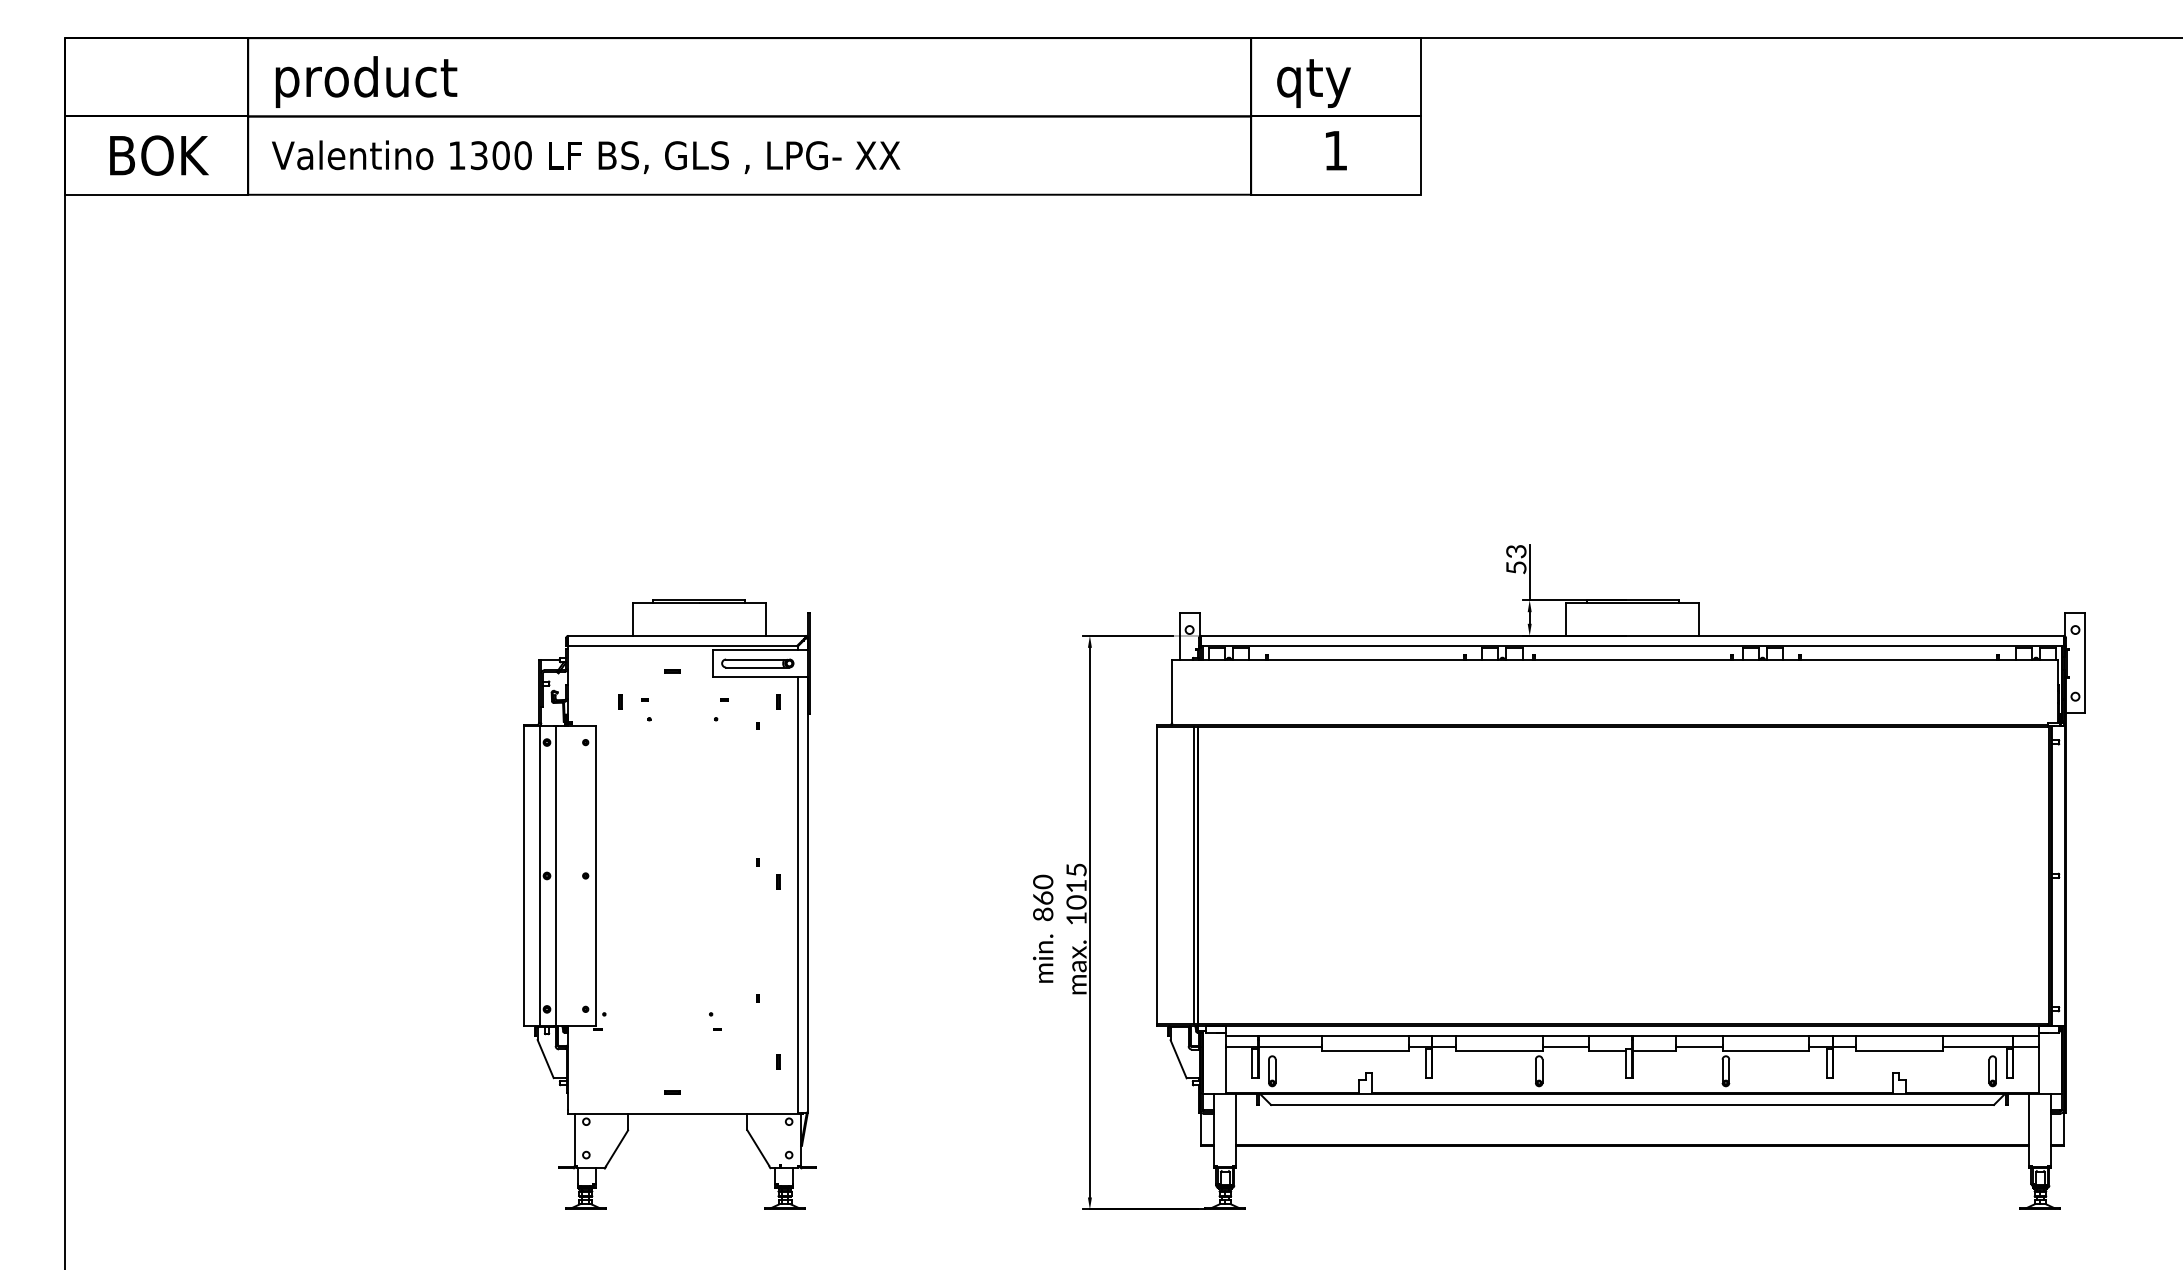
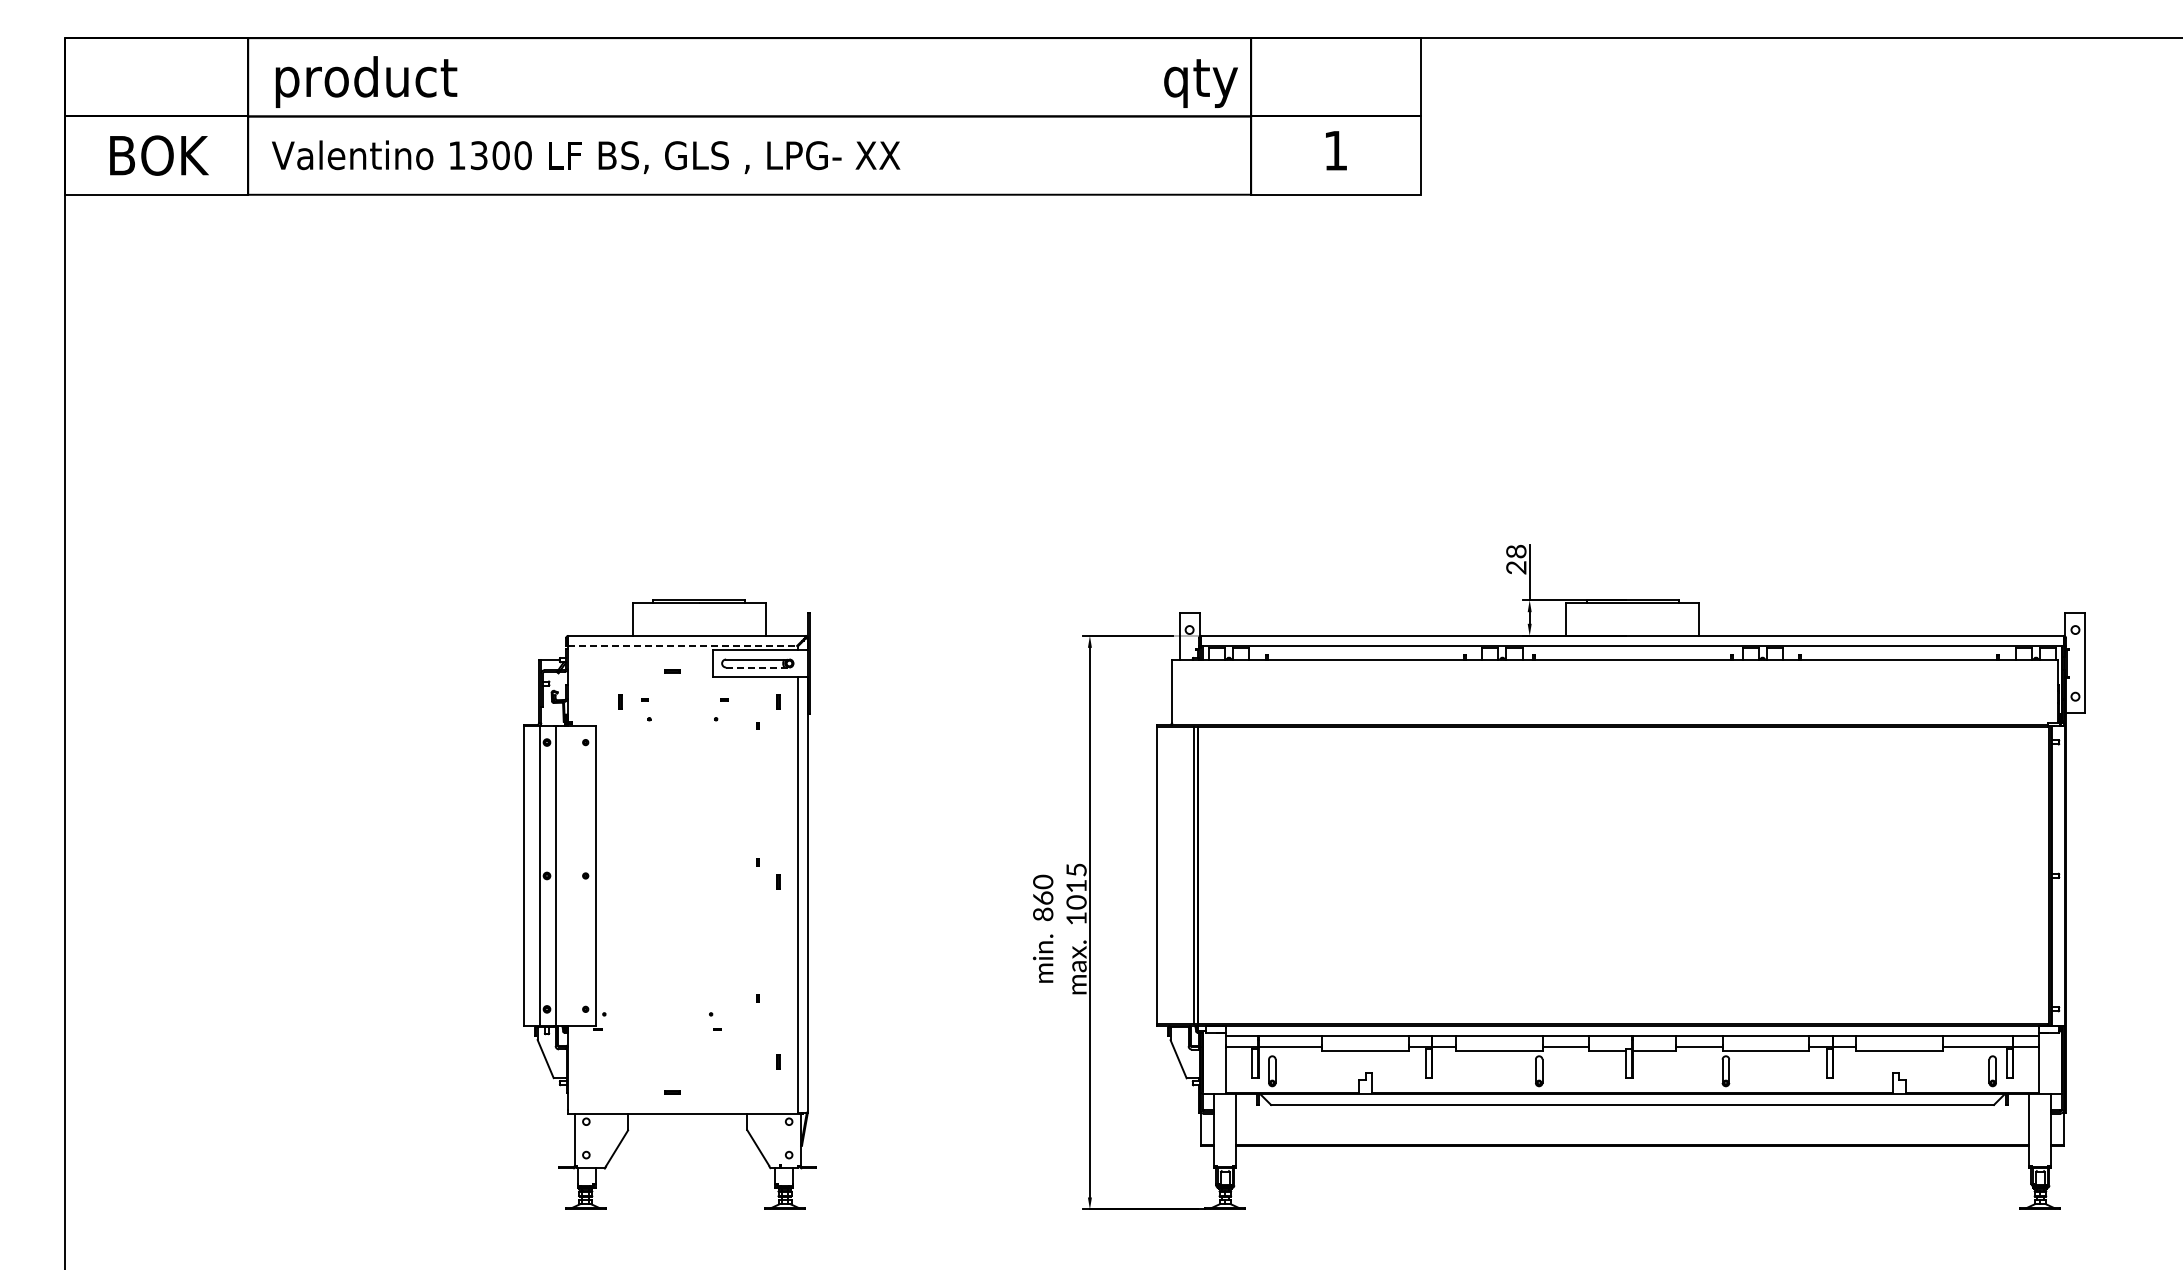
text at (1313, 83) position: (1313, 83) -> (1200, 83)
text at (1516, 559): 53 -> 28
line at (682, 645): solid -> dashed
line at (757, 667): solid -> dashed
